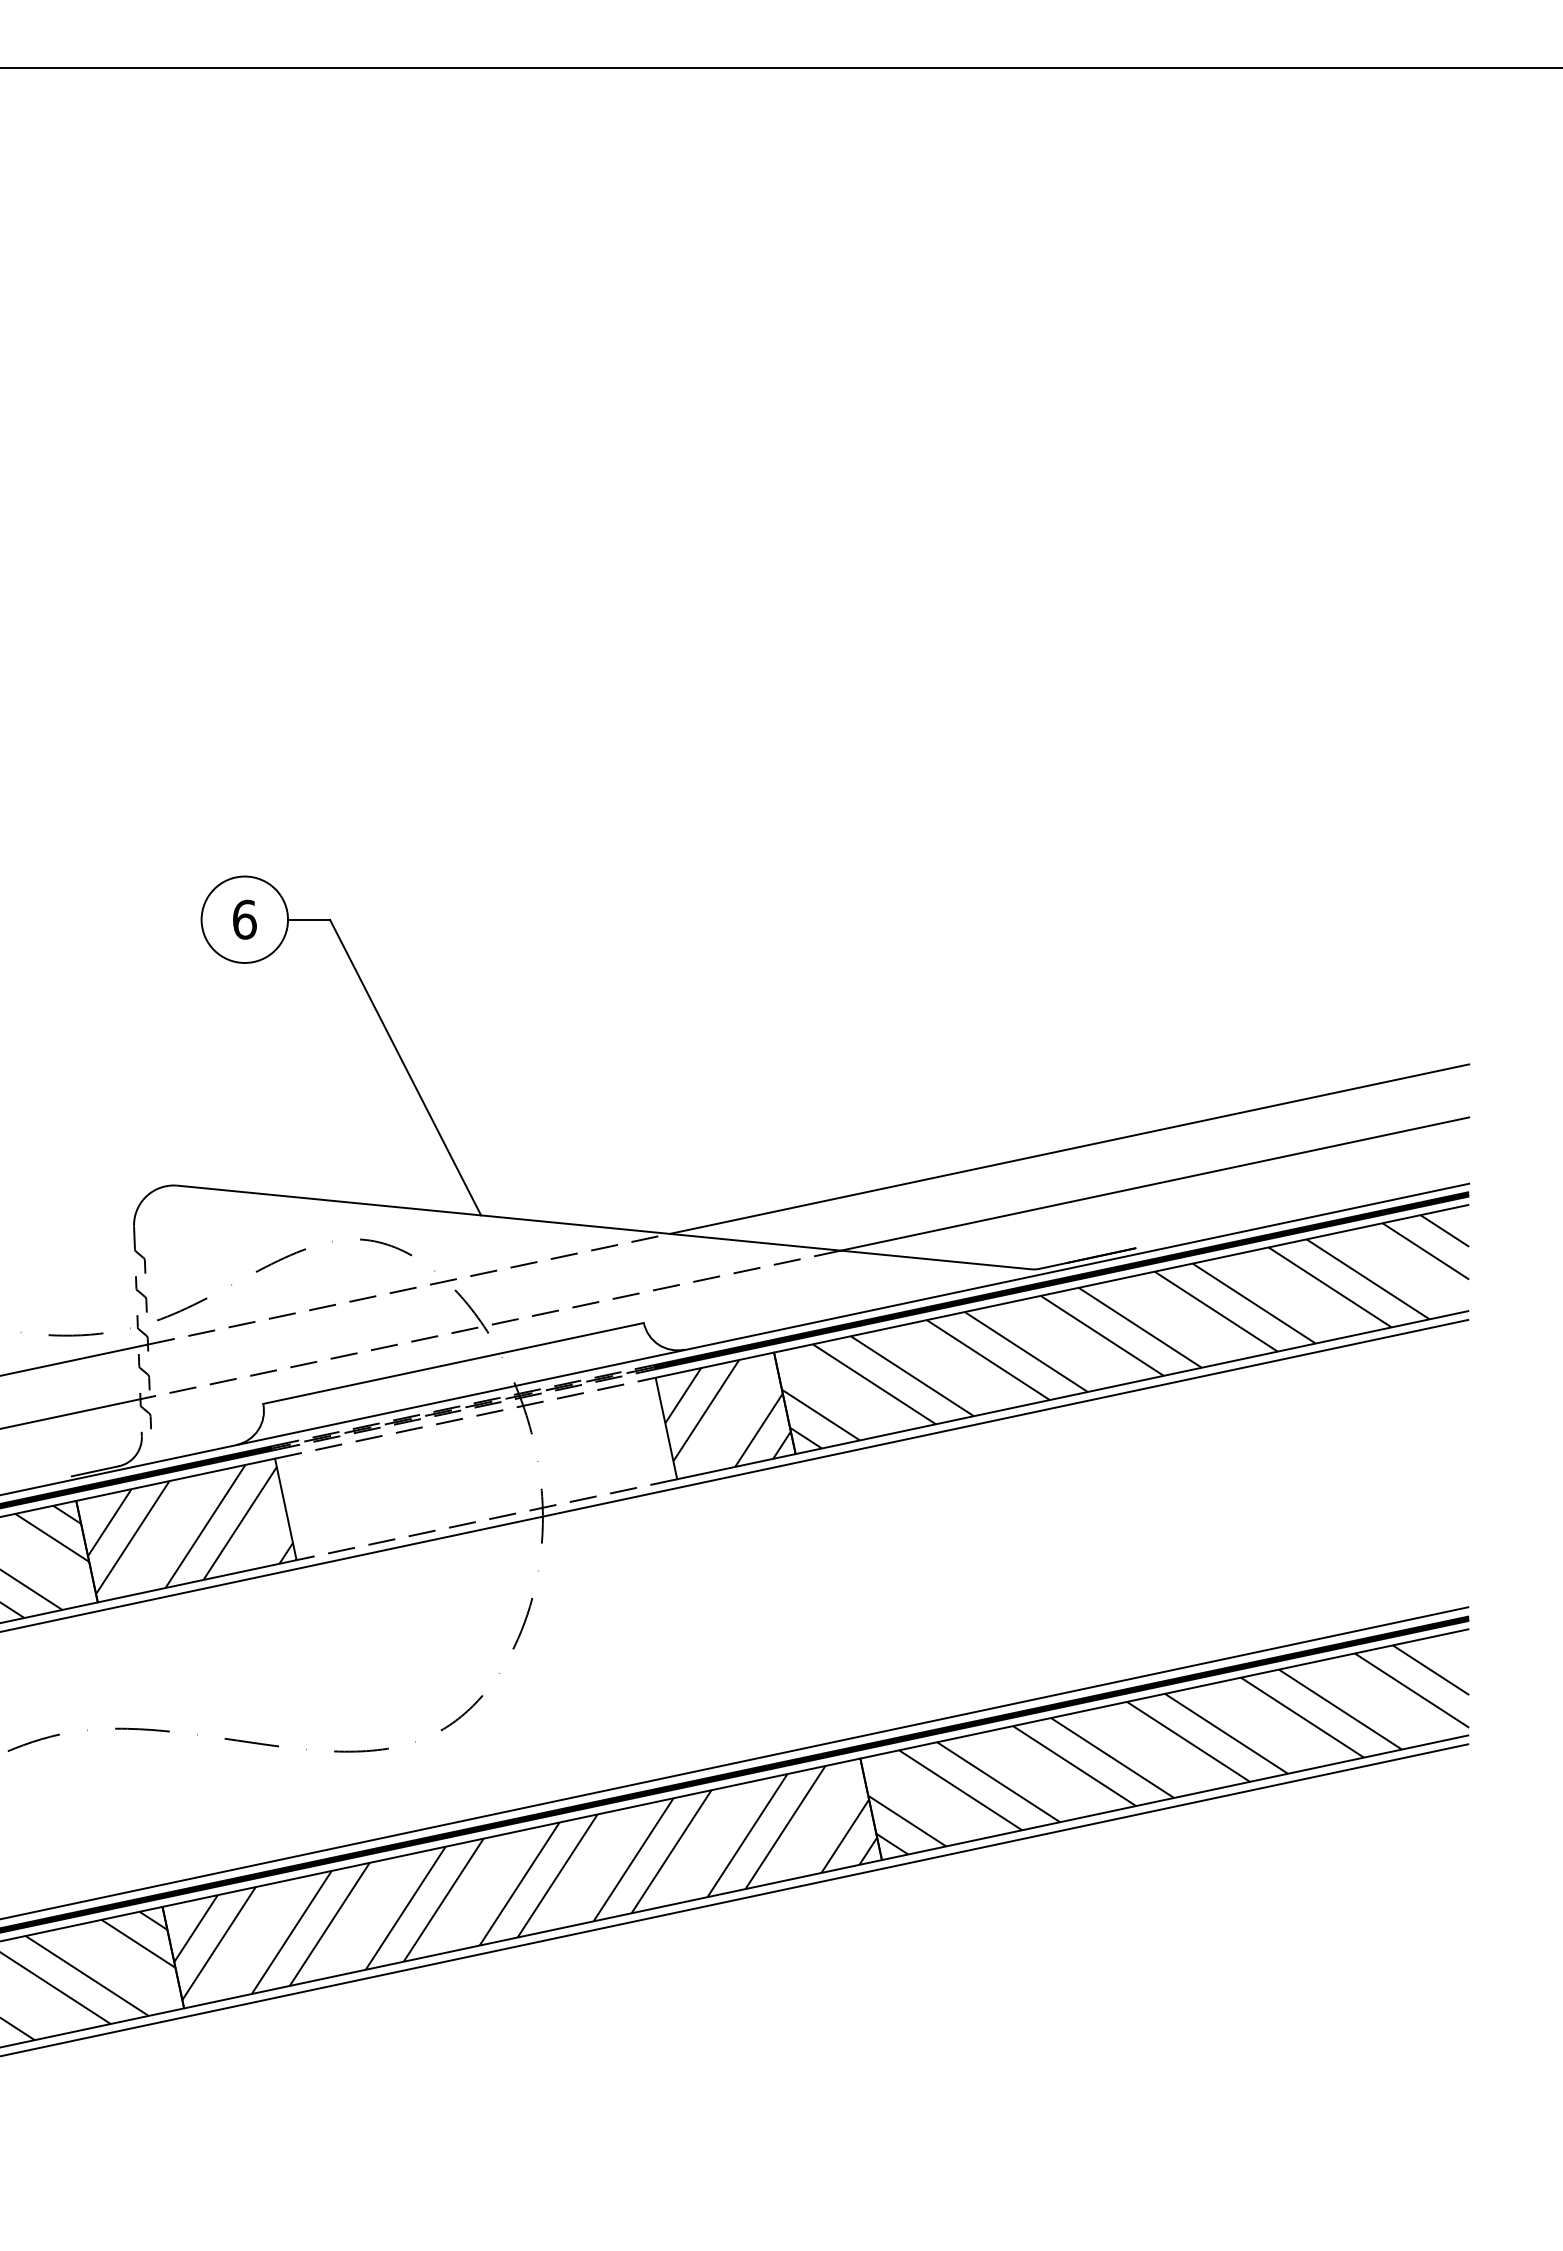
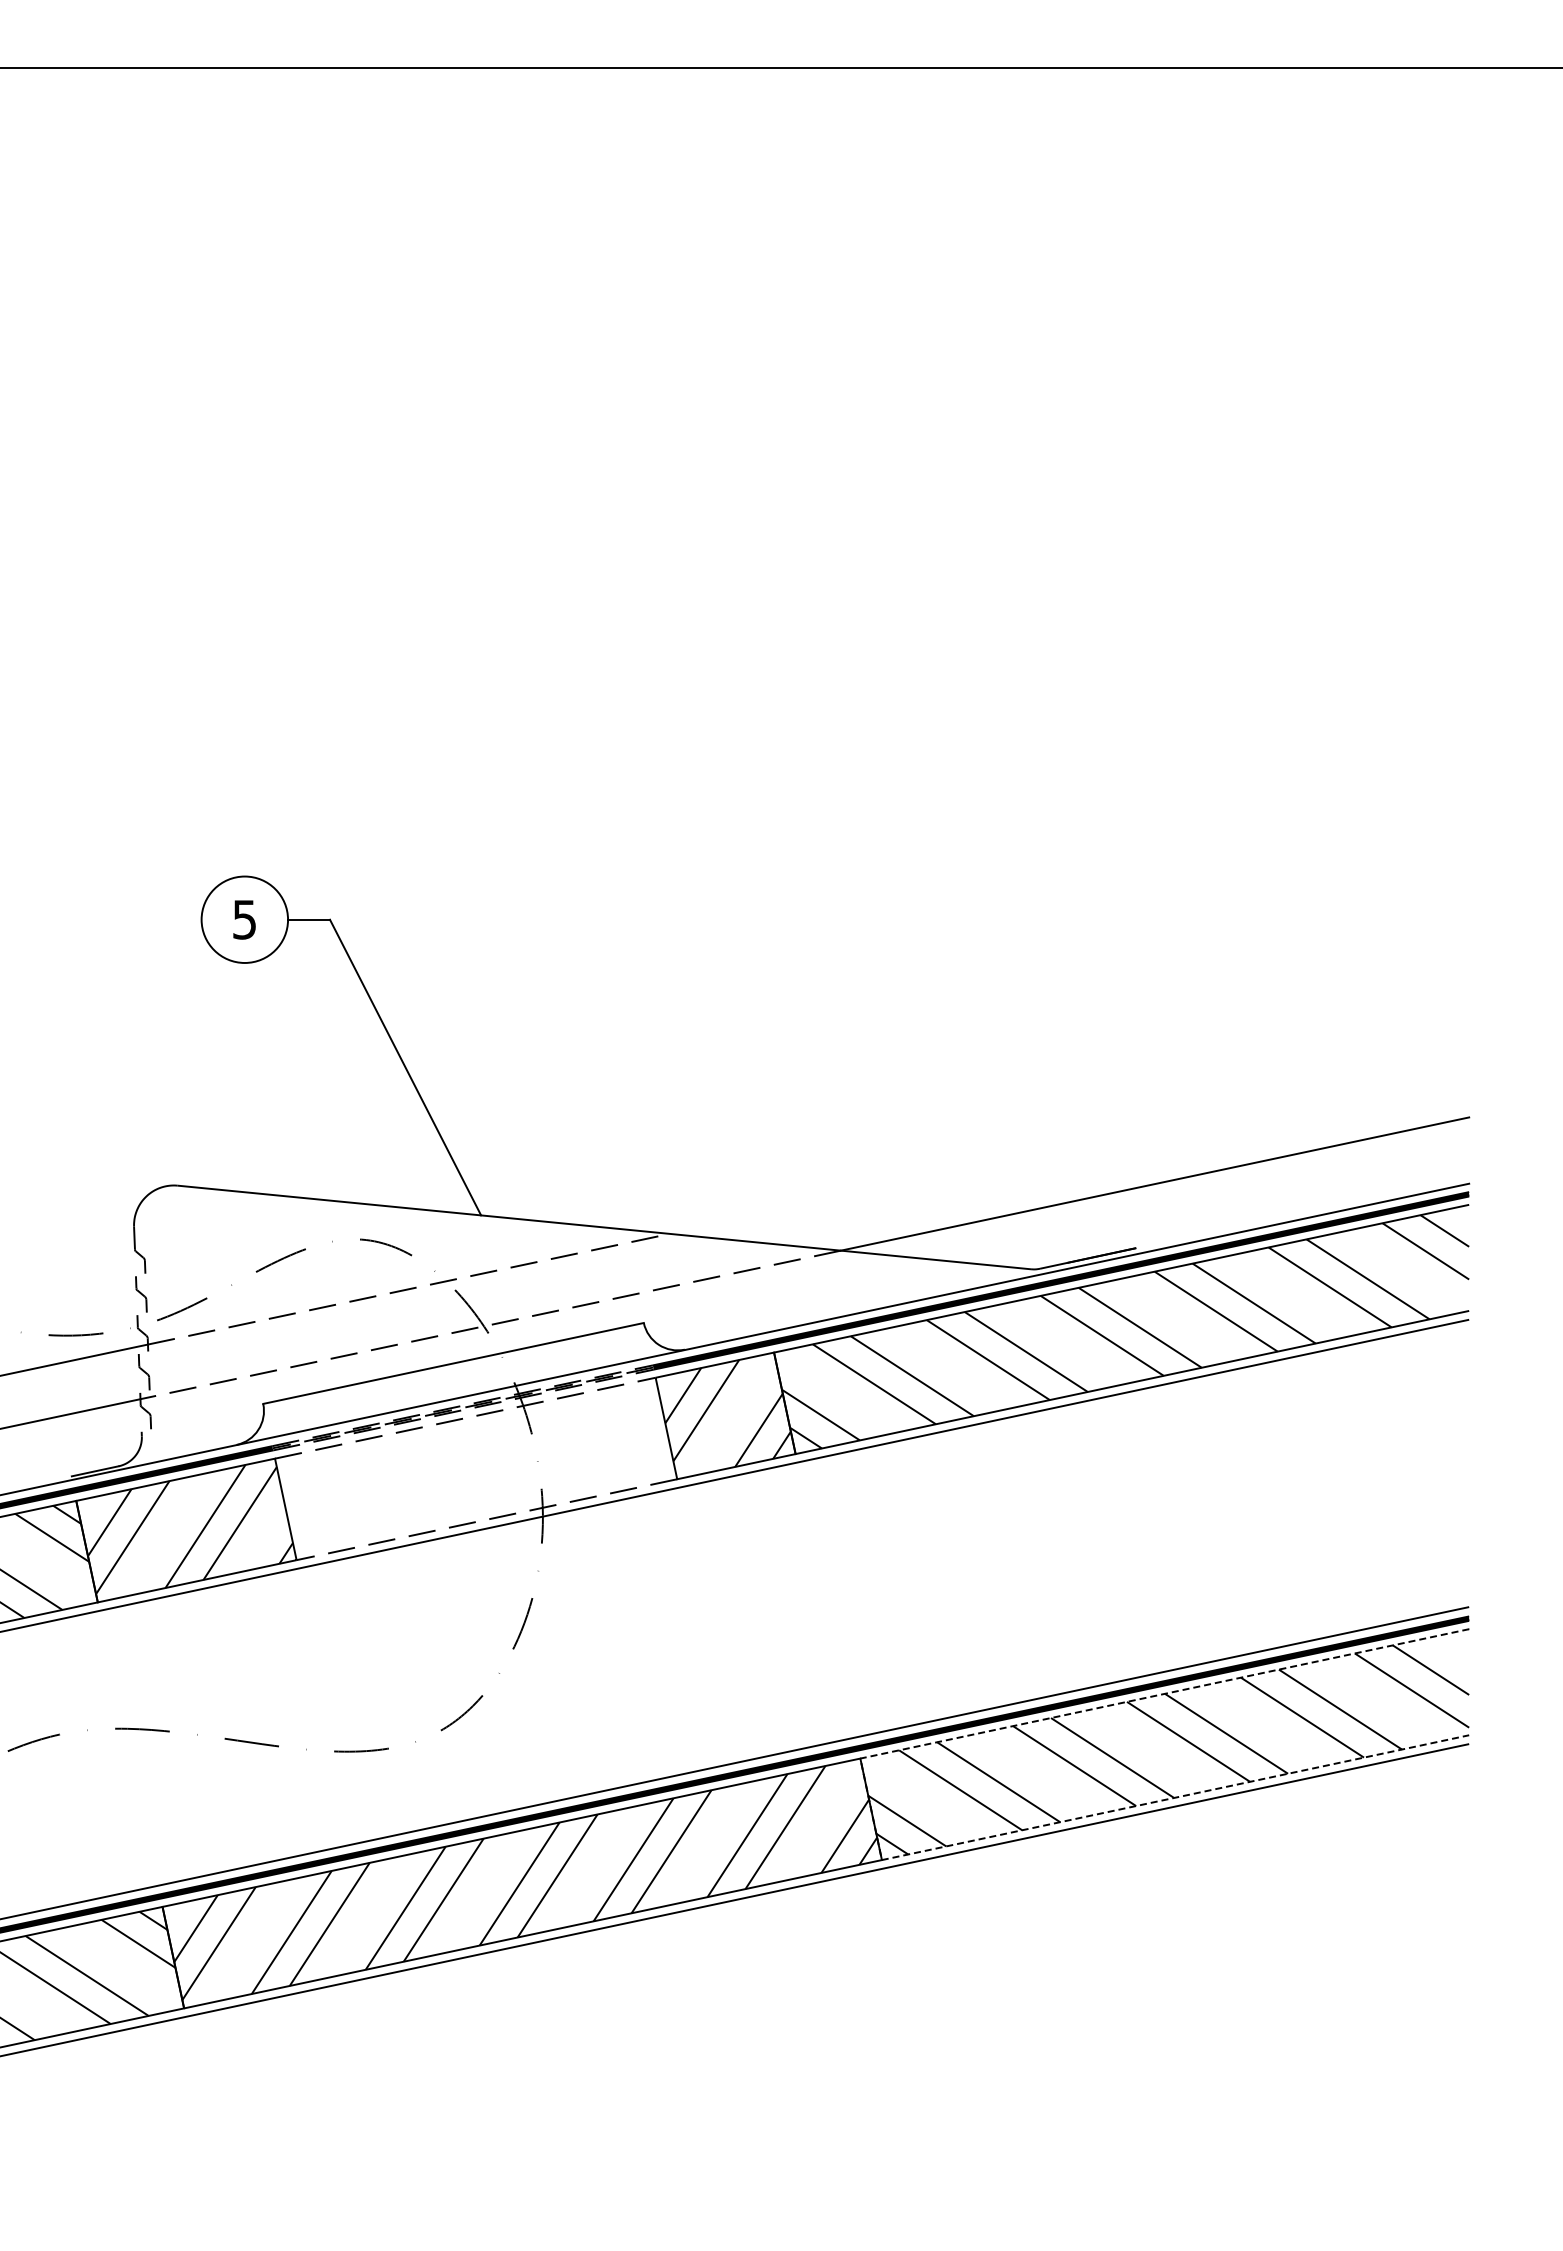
text at (244, 919): 6 -> 5
line at (1069, 1148): present -> none
line at (868, 1798): solid -> dashed
